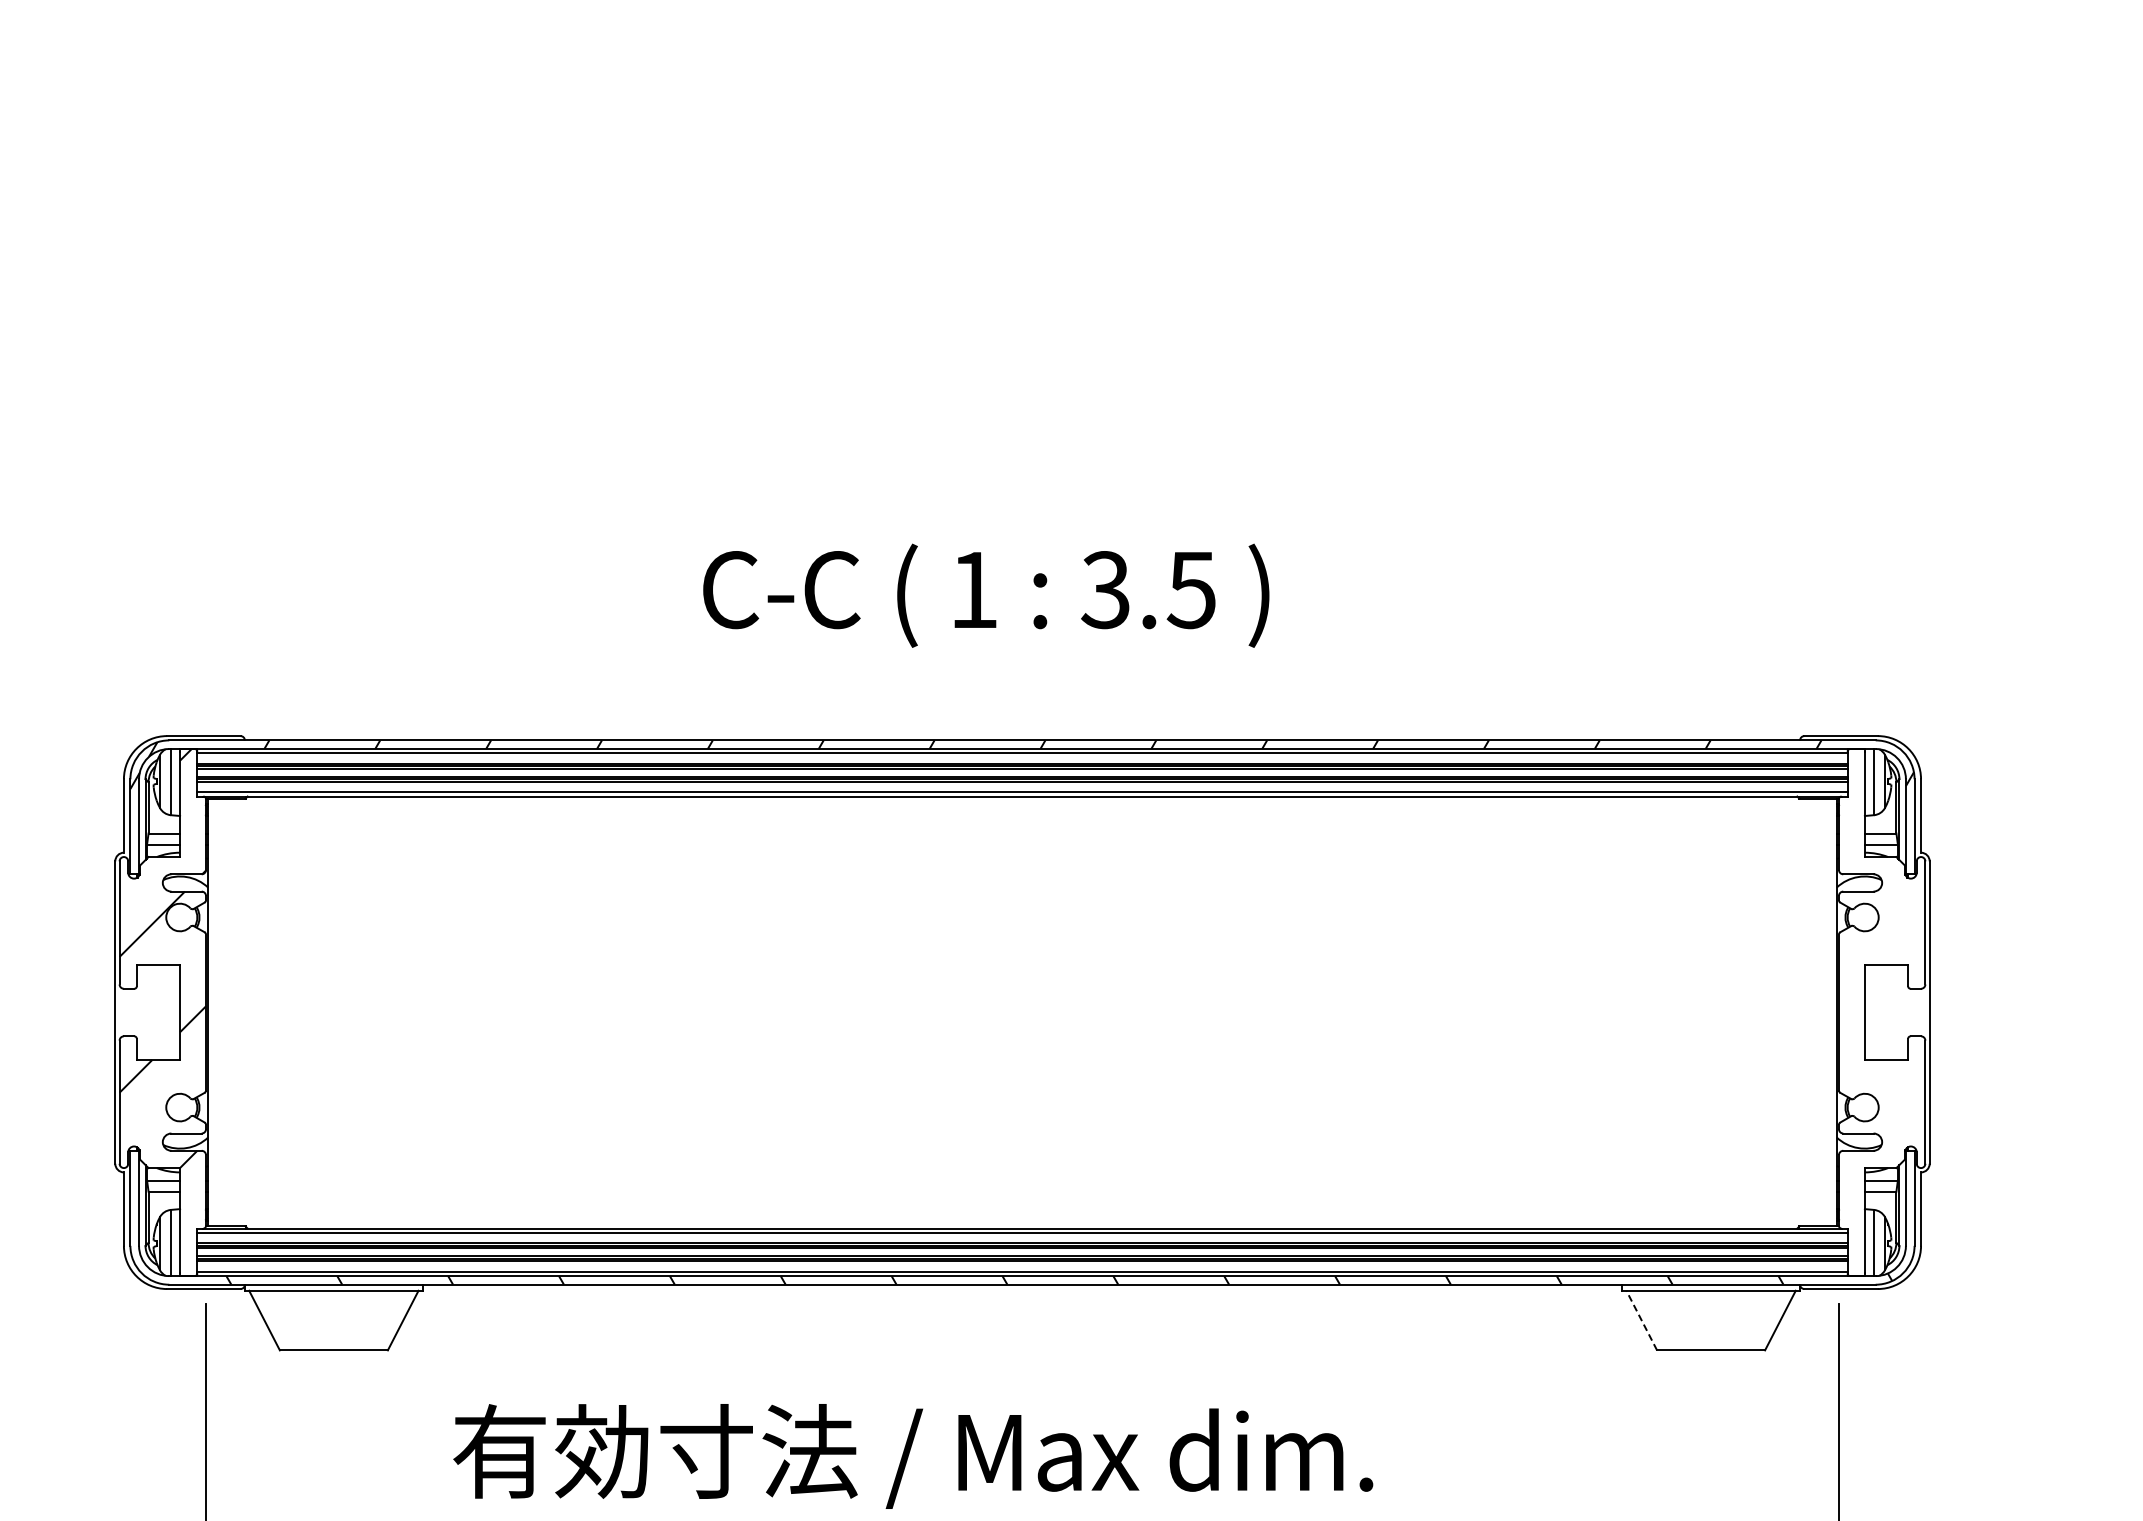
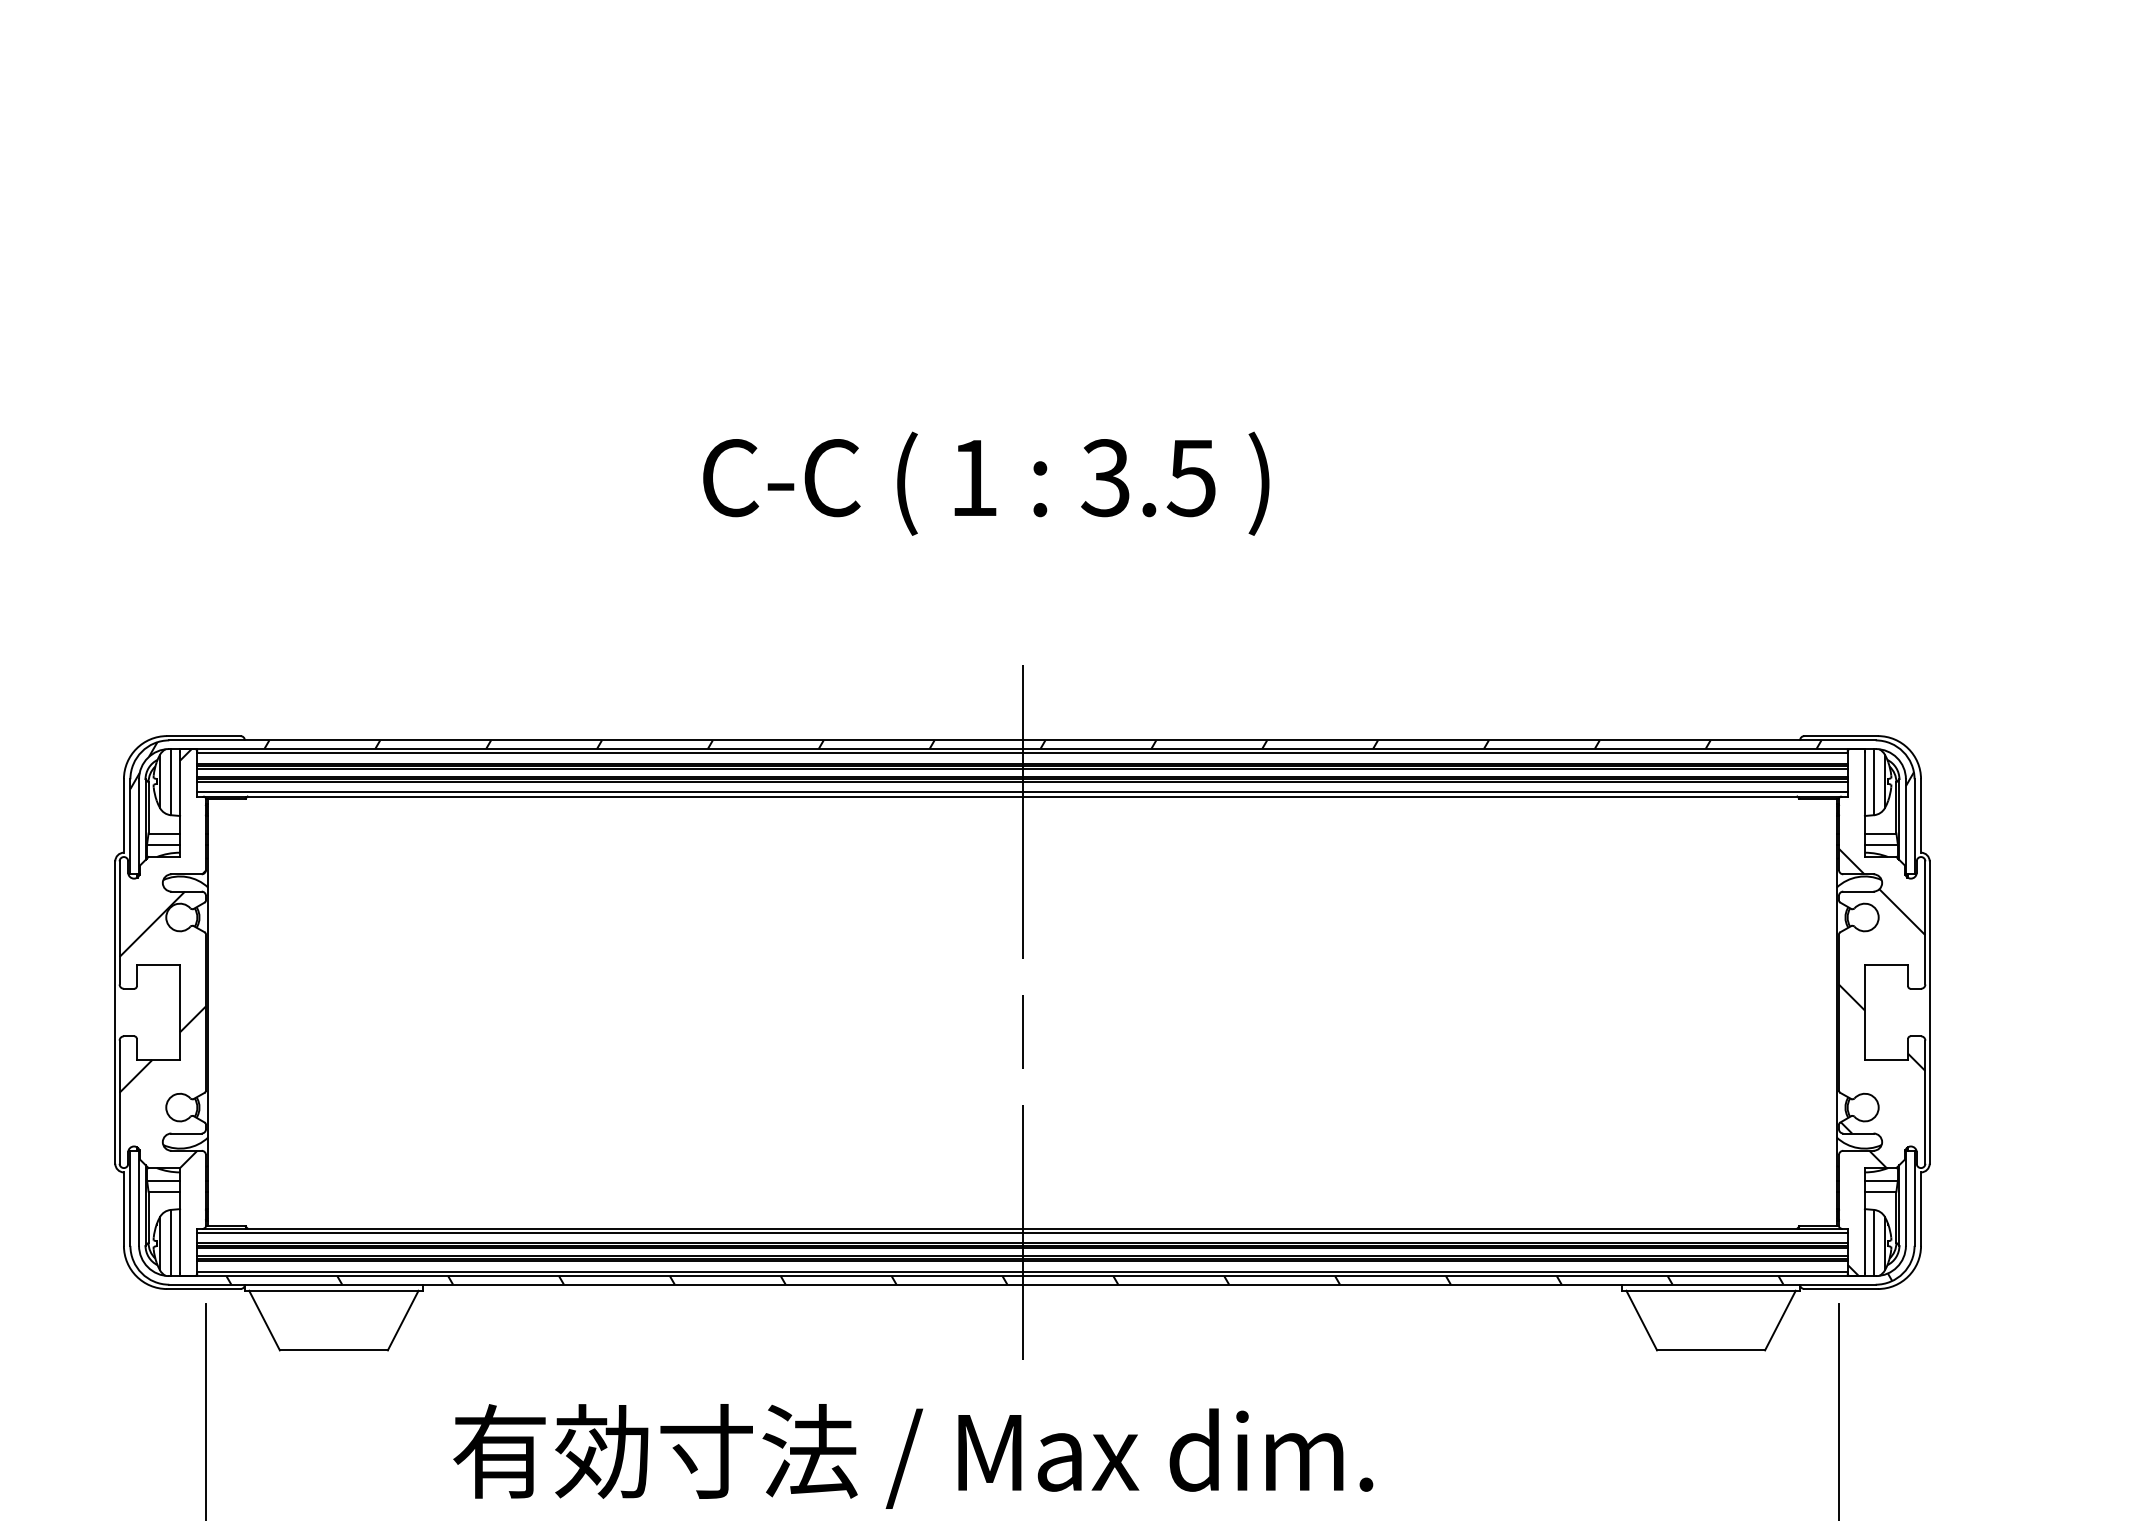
text at (986, 595) position: (986, 595) -> (986, 483)
line at (1022, 1012): none -> present
hatch at (1881, 1062): none -> present
line at (1641, 1320): dashed -> solid
